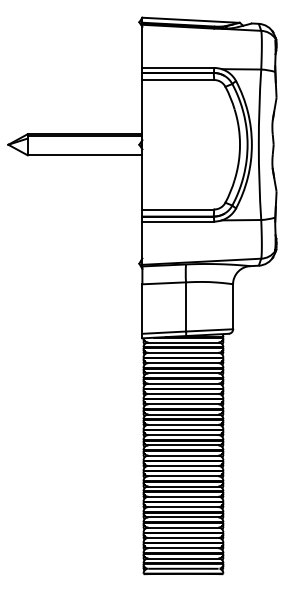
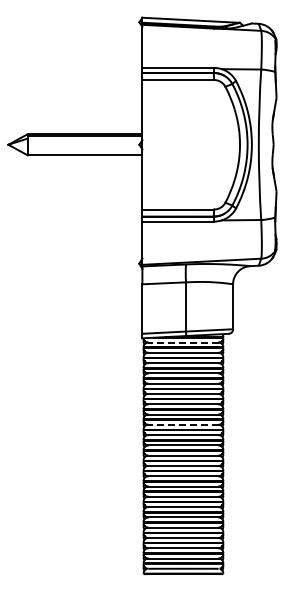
line at (182, 342): solid -> dashed
line at (182, 424): solid -> dashed
